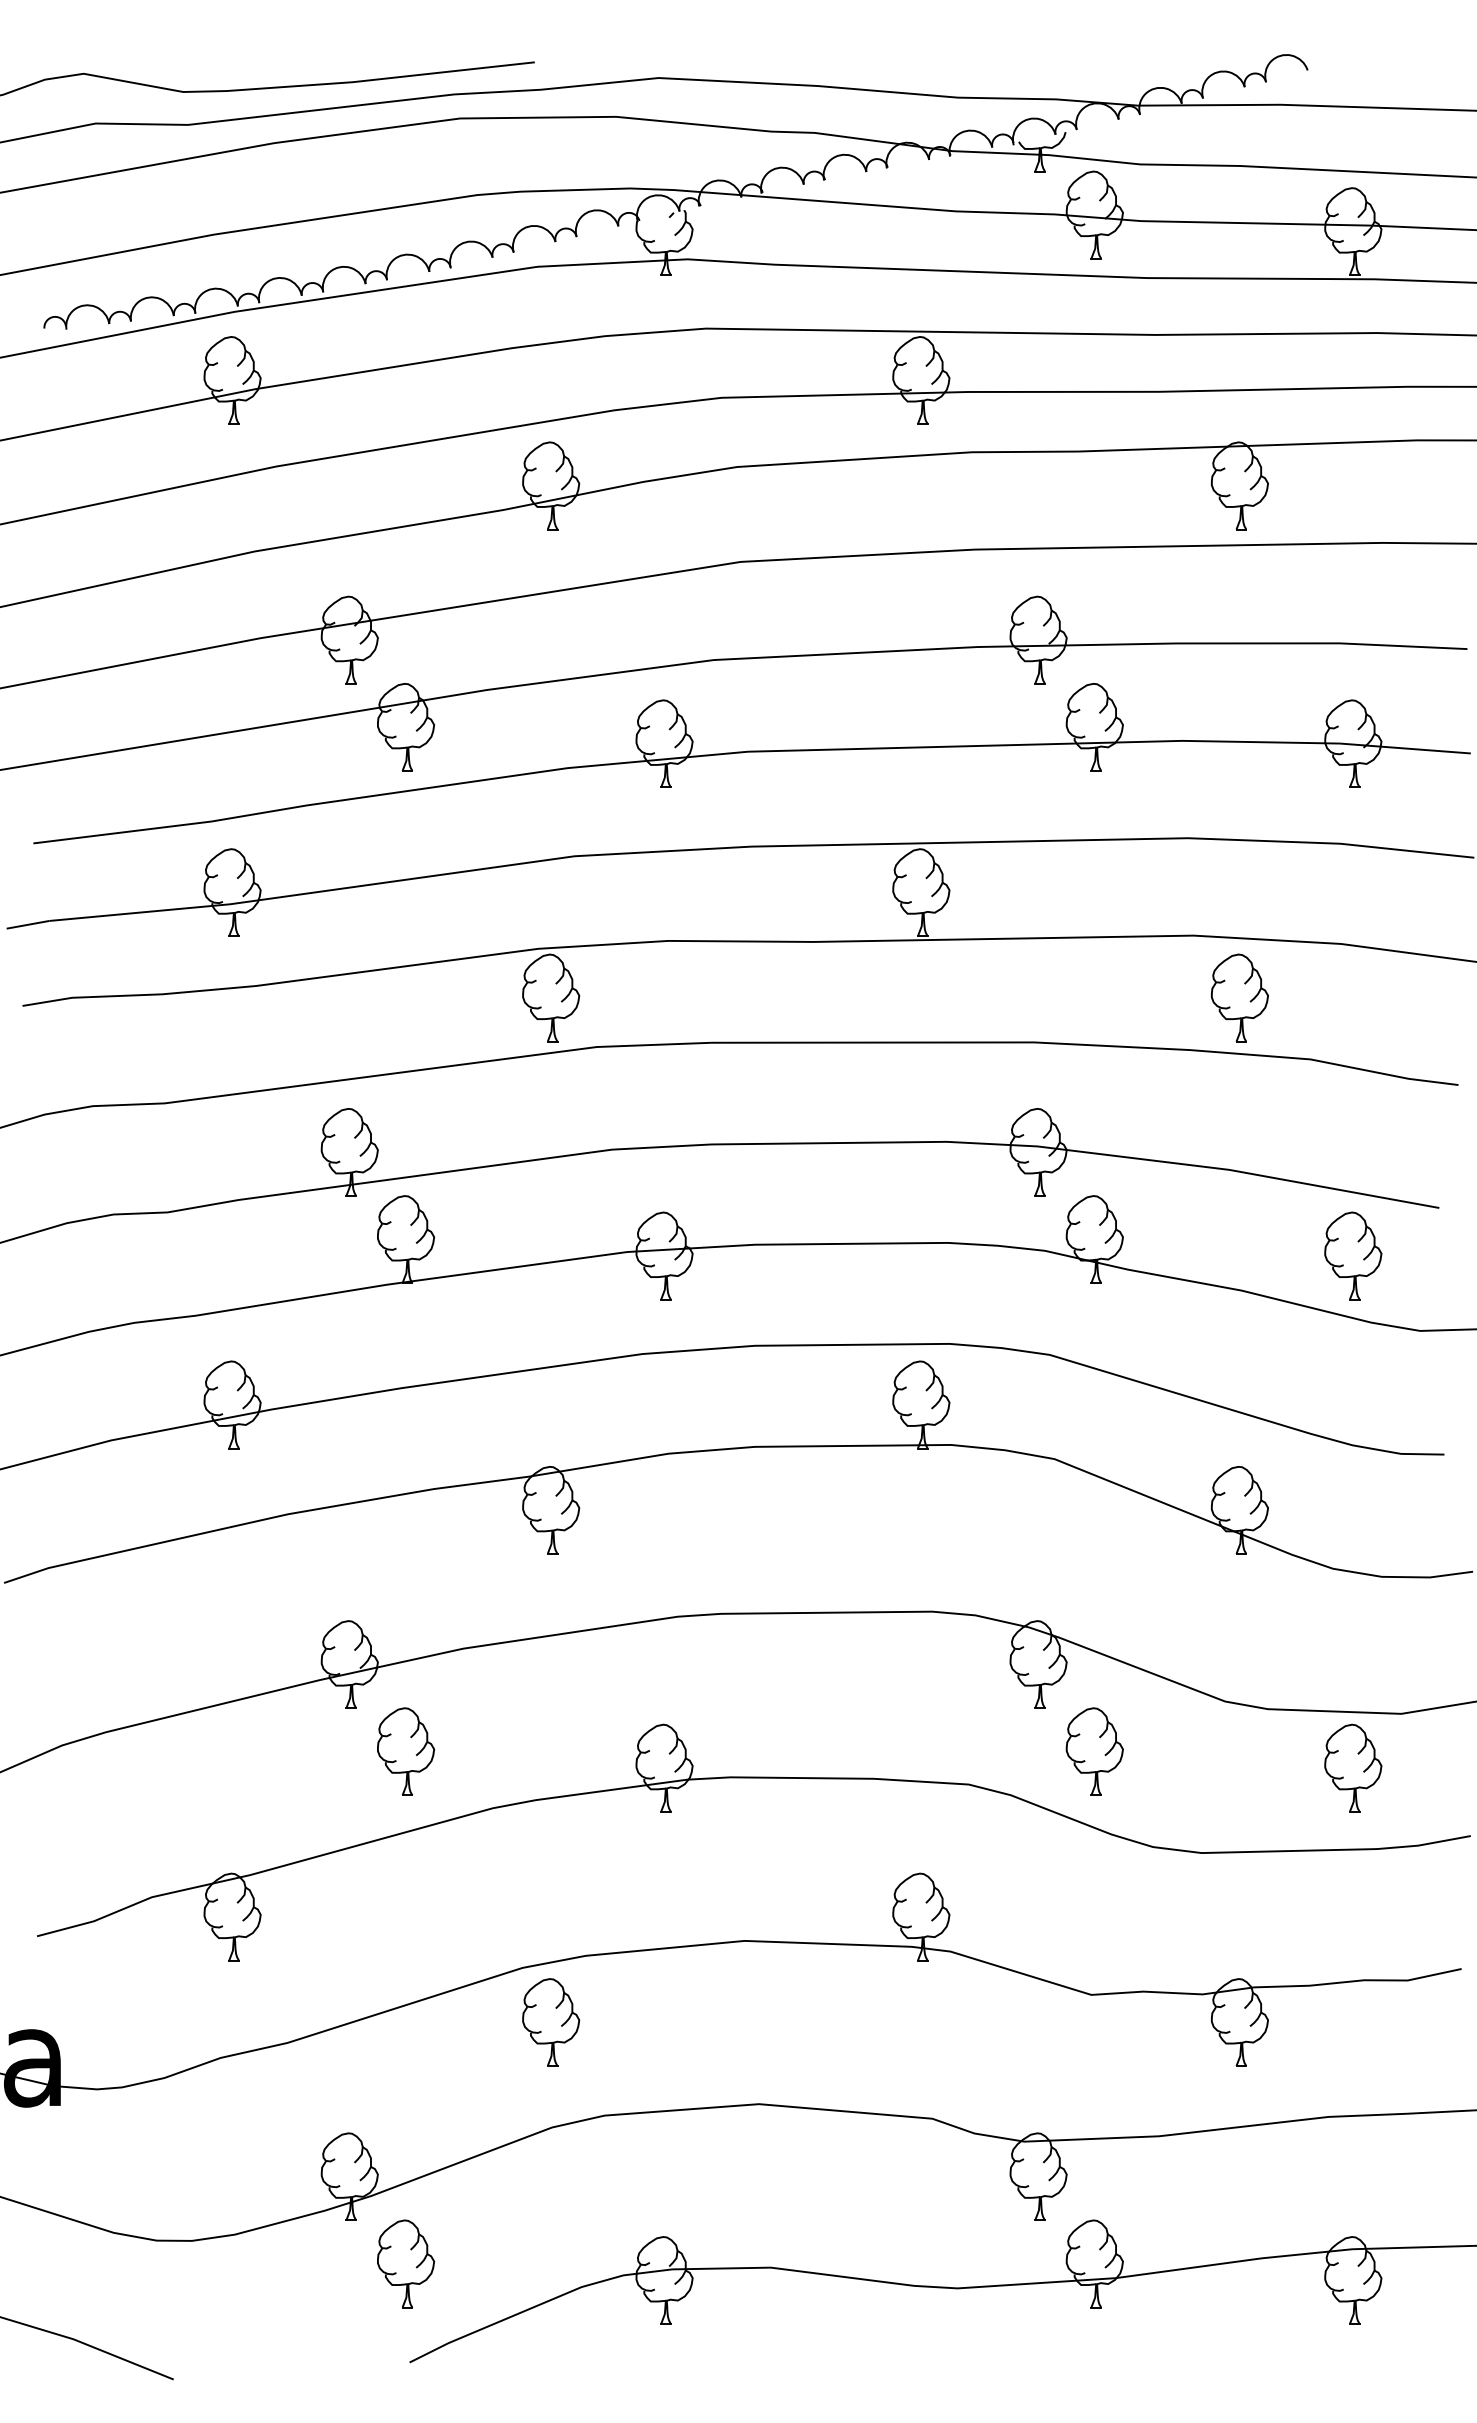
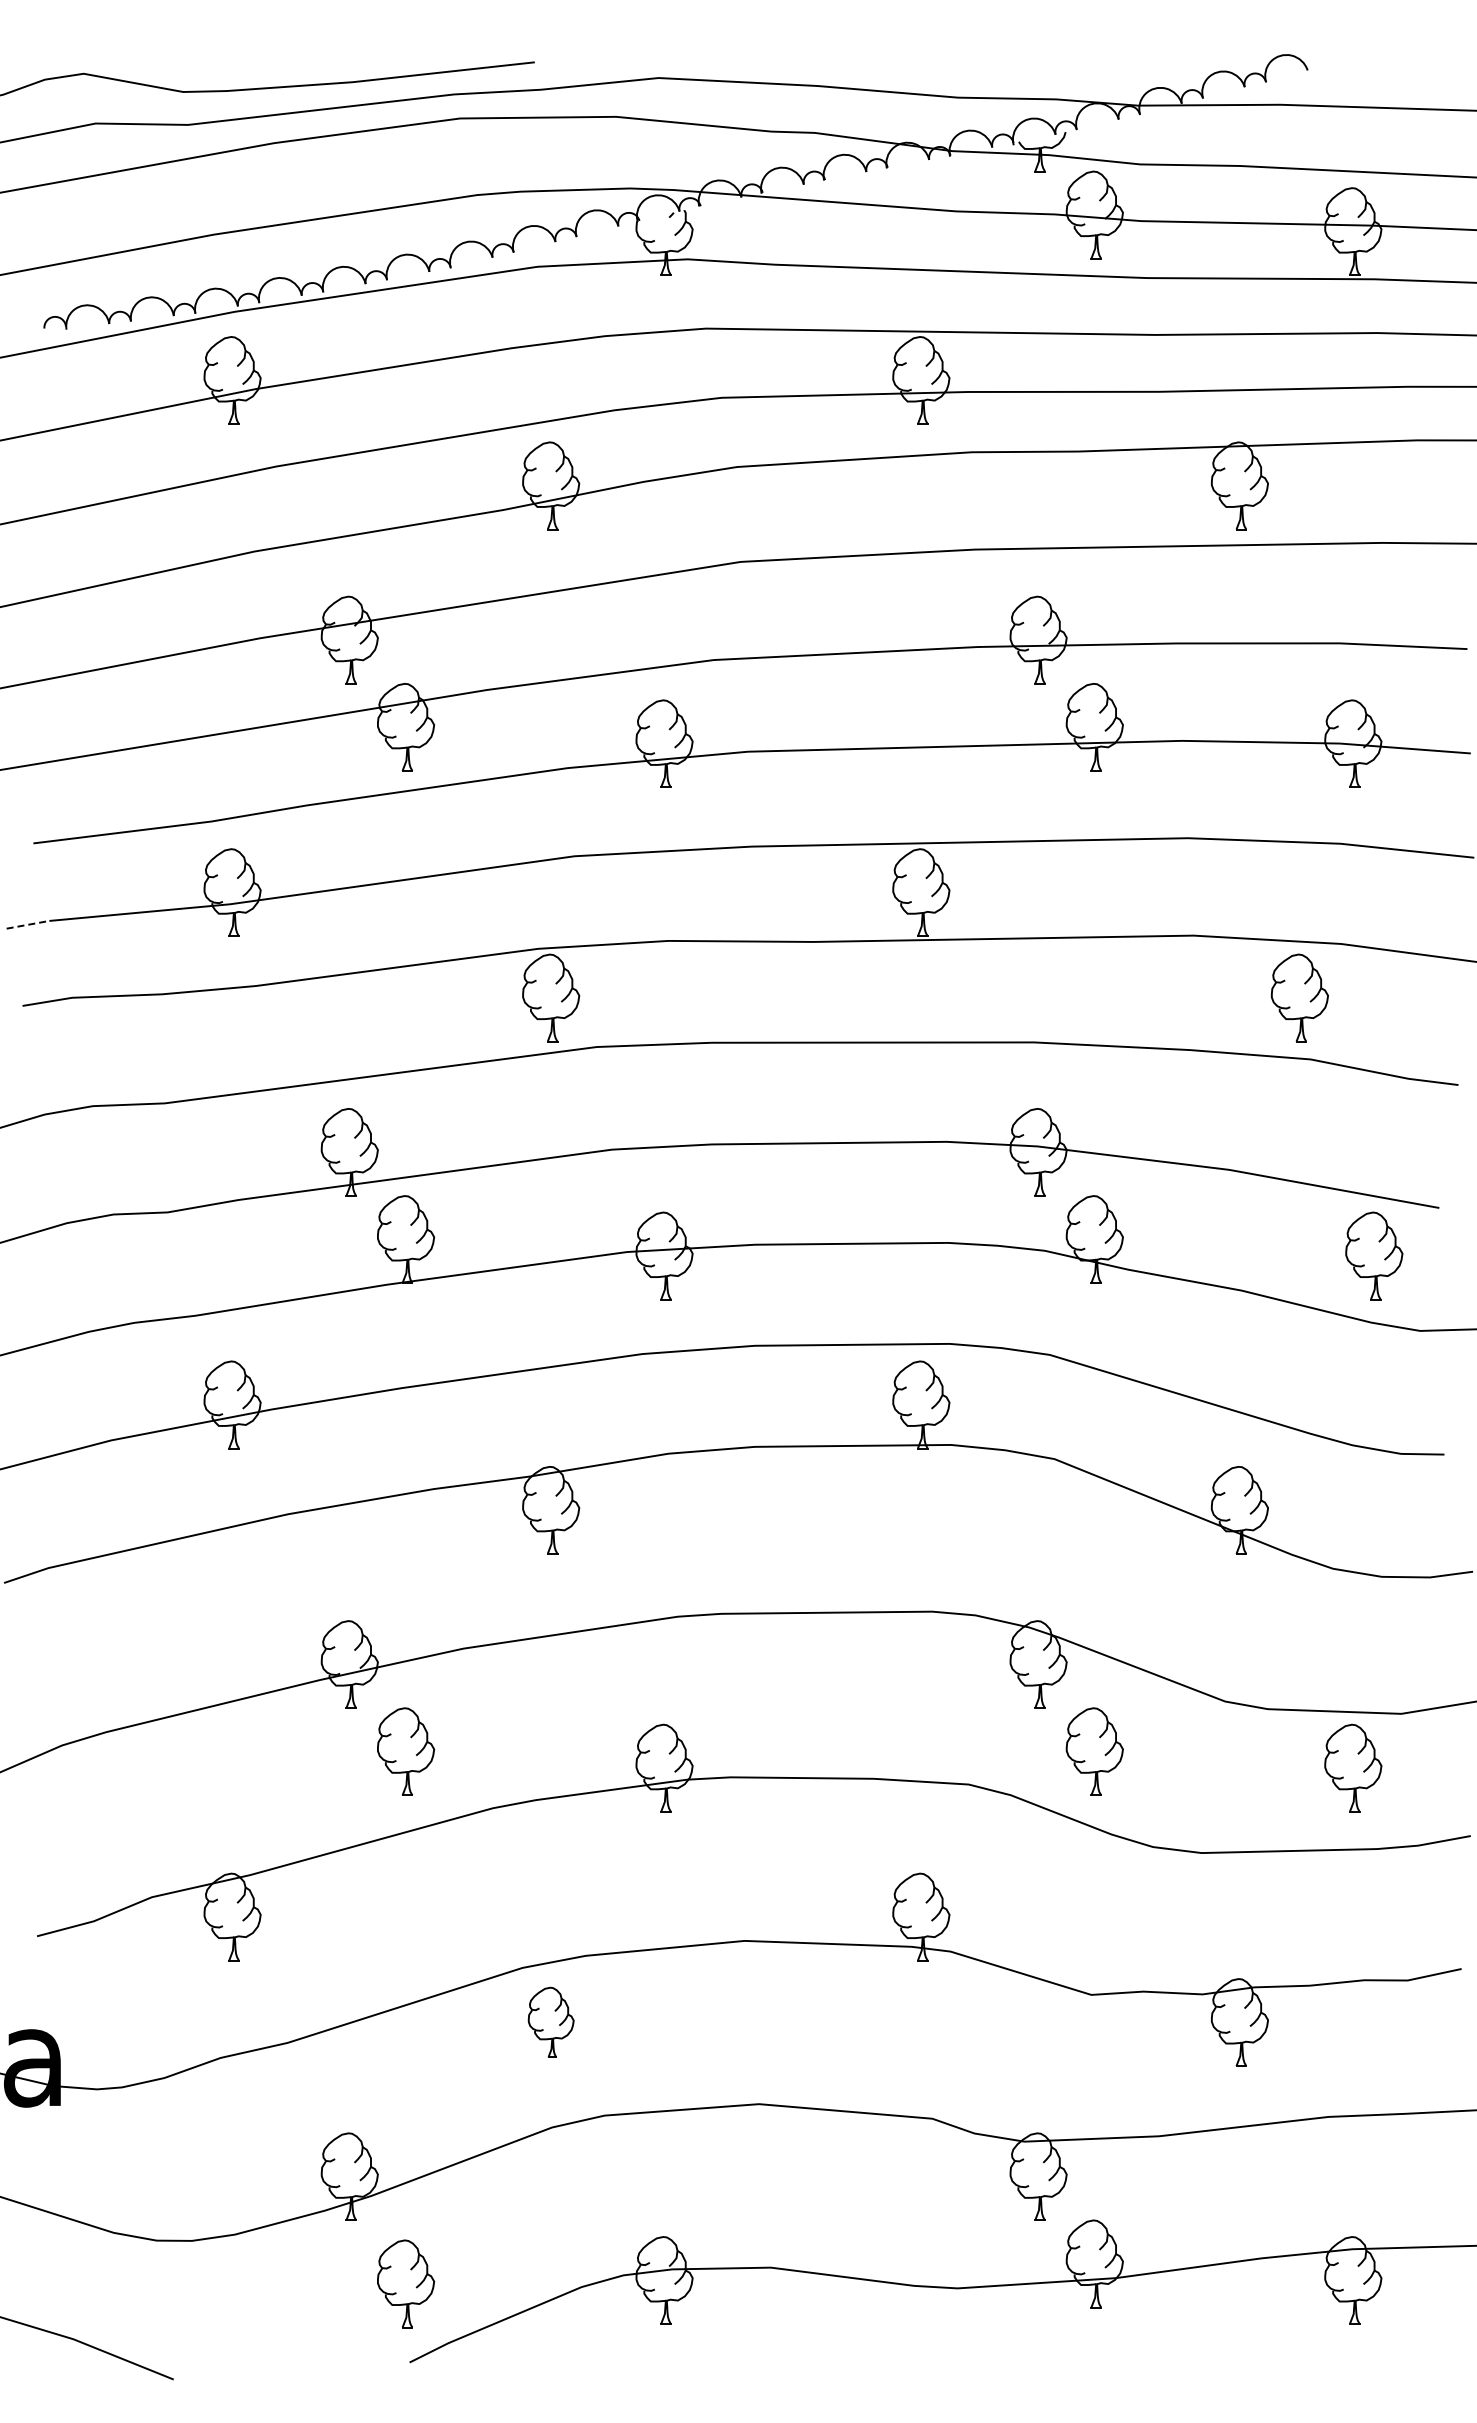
line at (28, 924): solid -> dashed
part at (1239, 997) position: (1239, 997) -> (1299, 997)
part at (1353, 1255) position: (1353, 1255) -> (1374, 1255)
part at (551, 2022) size: 59x89 px -> 48x72 px
part at (406, 2263) position: (406, 2263) -> (406, 2283)
